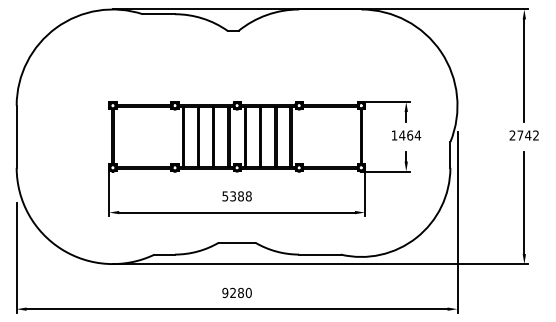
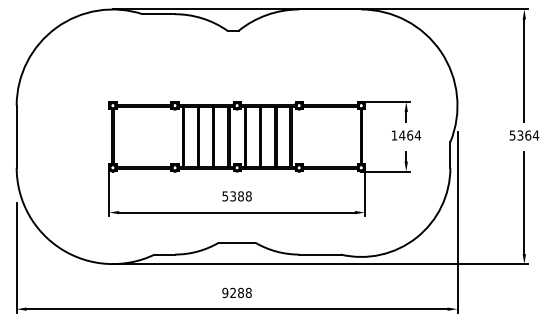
text at (524, 135): 2742 -> 5364
text at (248, 292): 9280 -> 9288
